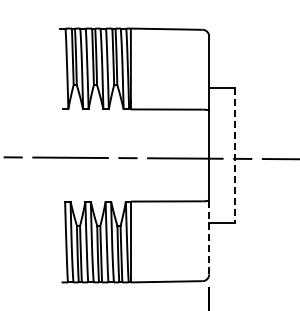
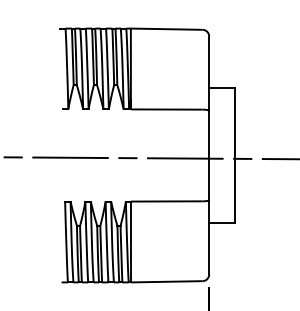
line at (234, 155): dashed -> solid
line at (209, 236): dashed -> solid
